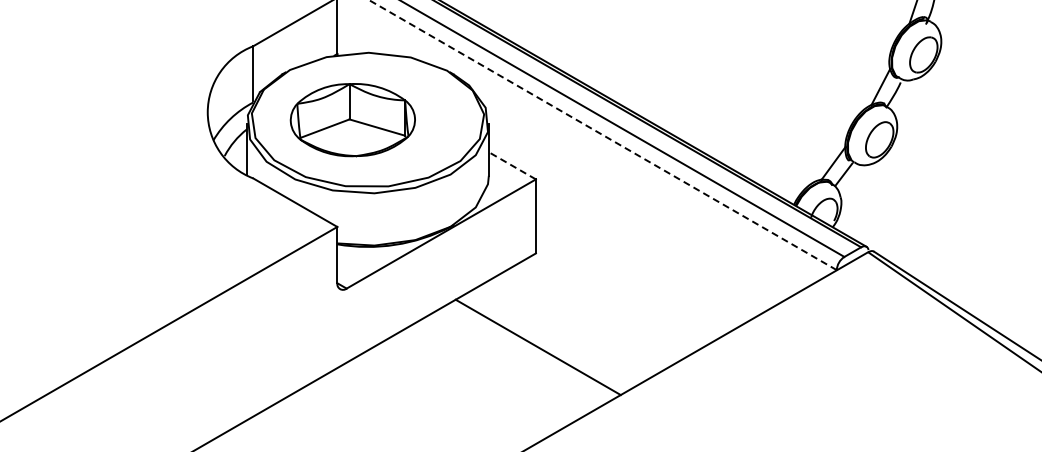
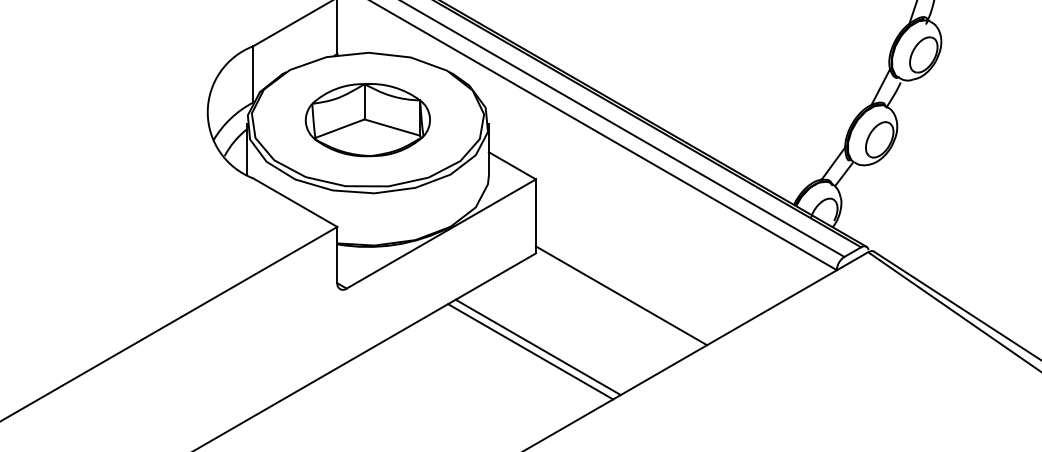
part at (352, 120) position: (352, 120) -> (367, 120)
line at (603, 135): dashed -> solid
line at (511, 165): dashed -> solid
line at (621, 295): none -> present
line at (530, 351): none -> present
